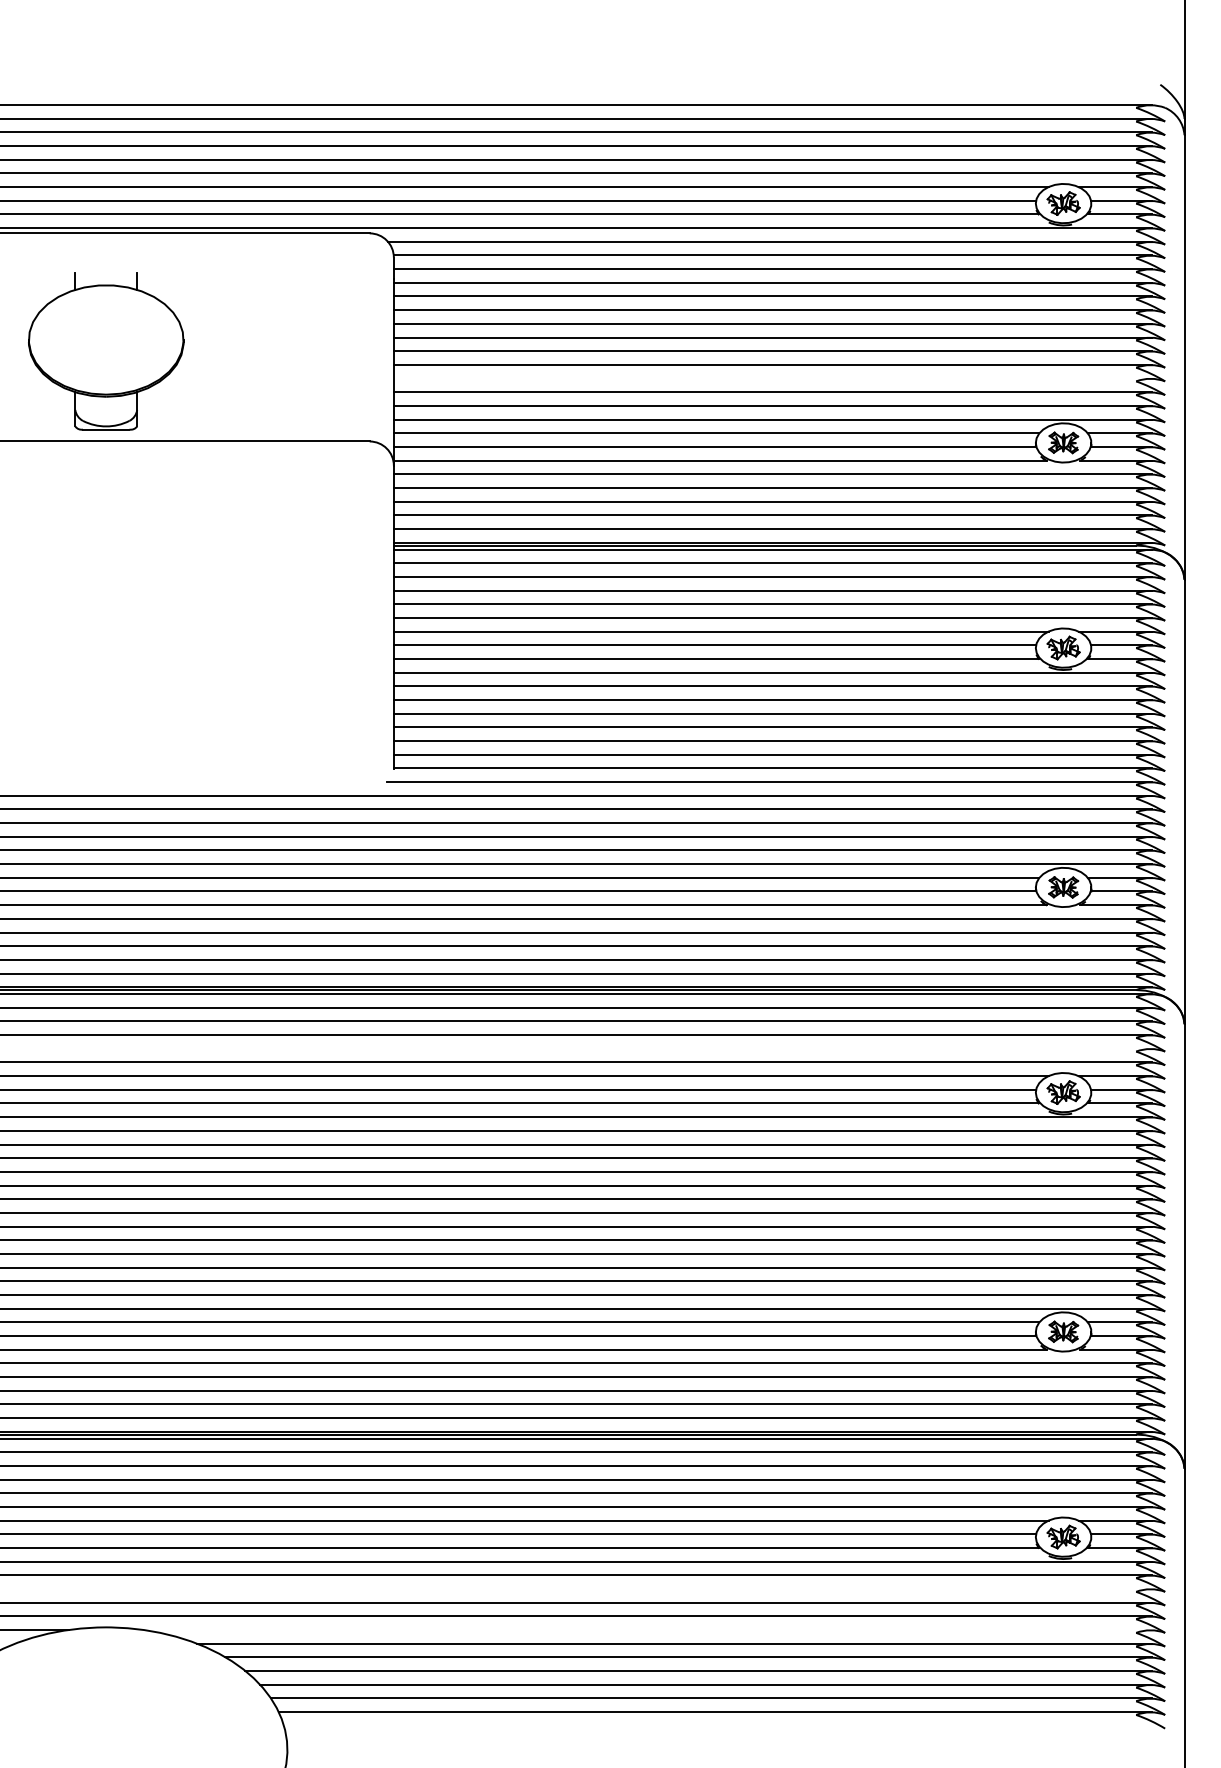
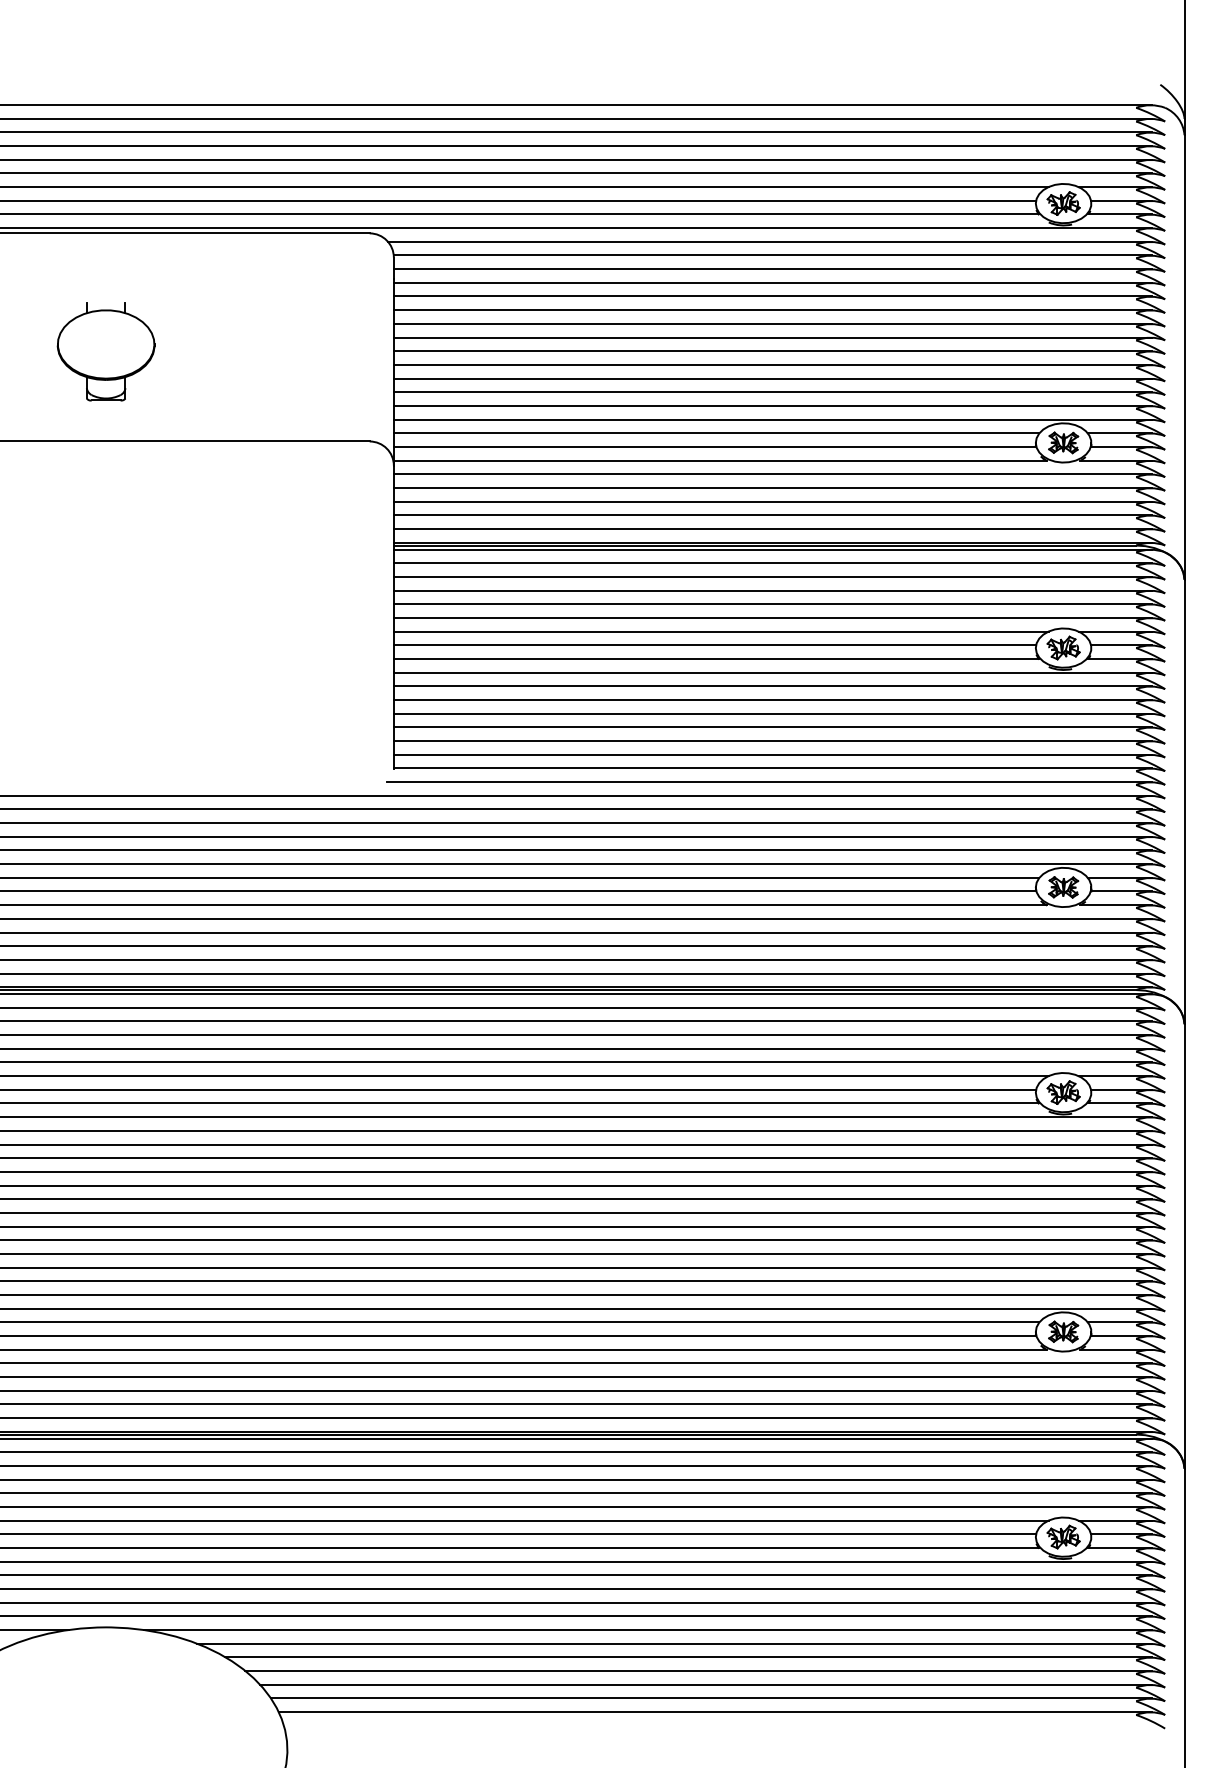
part at (106, 351) size: 157x159 px -> 100x100 px
line at (772, 378): none -> present
line at (577, 1048): none -> present
line at (577, 1589): none -> present
line at (648, 1630): none -> present
